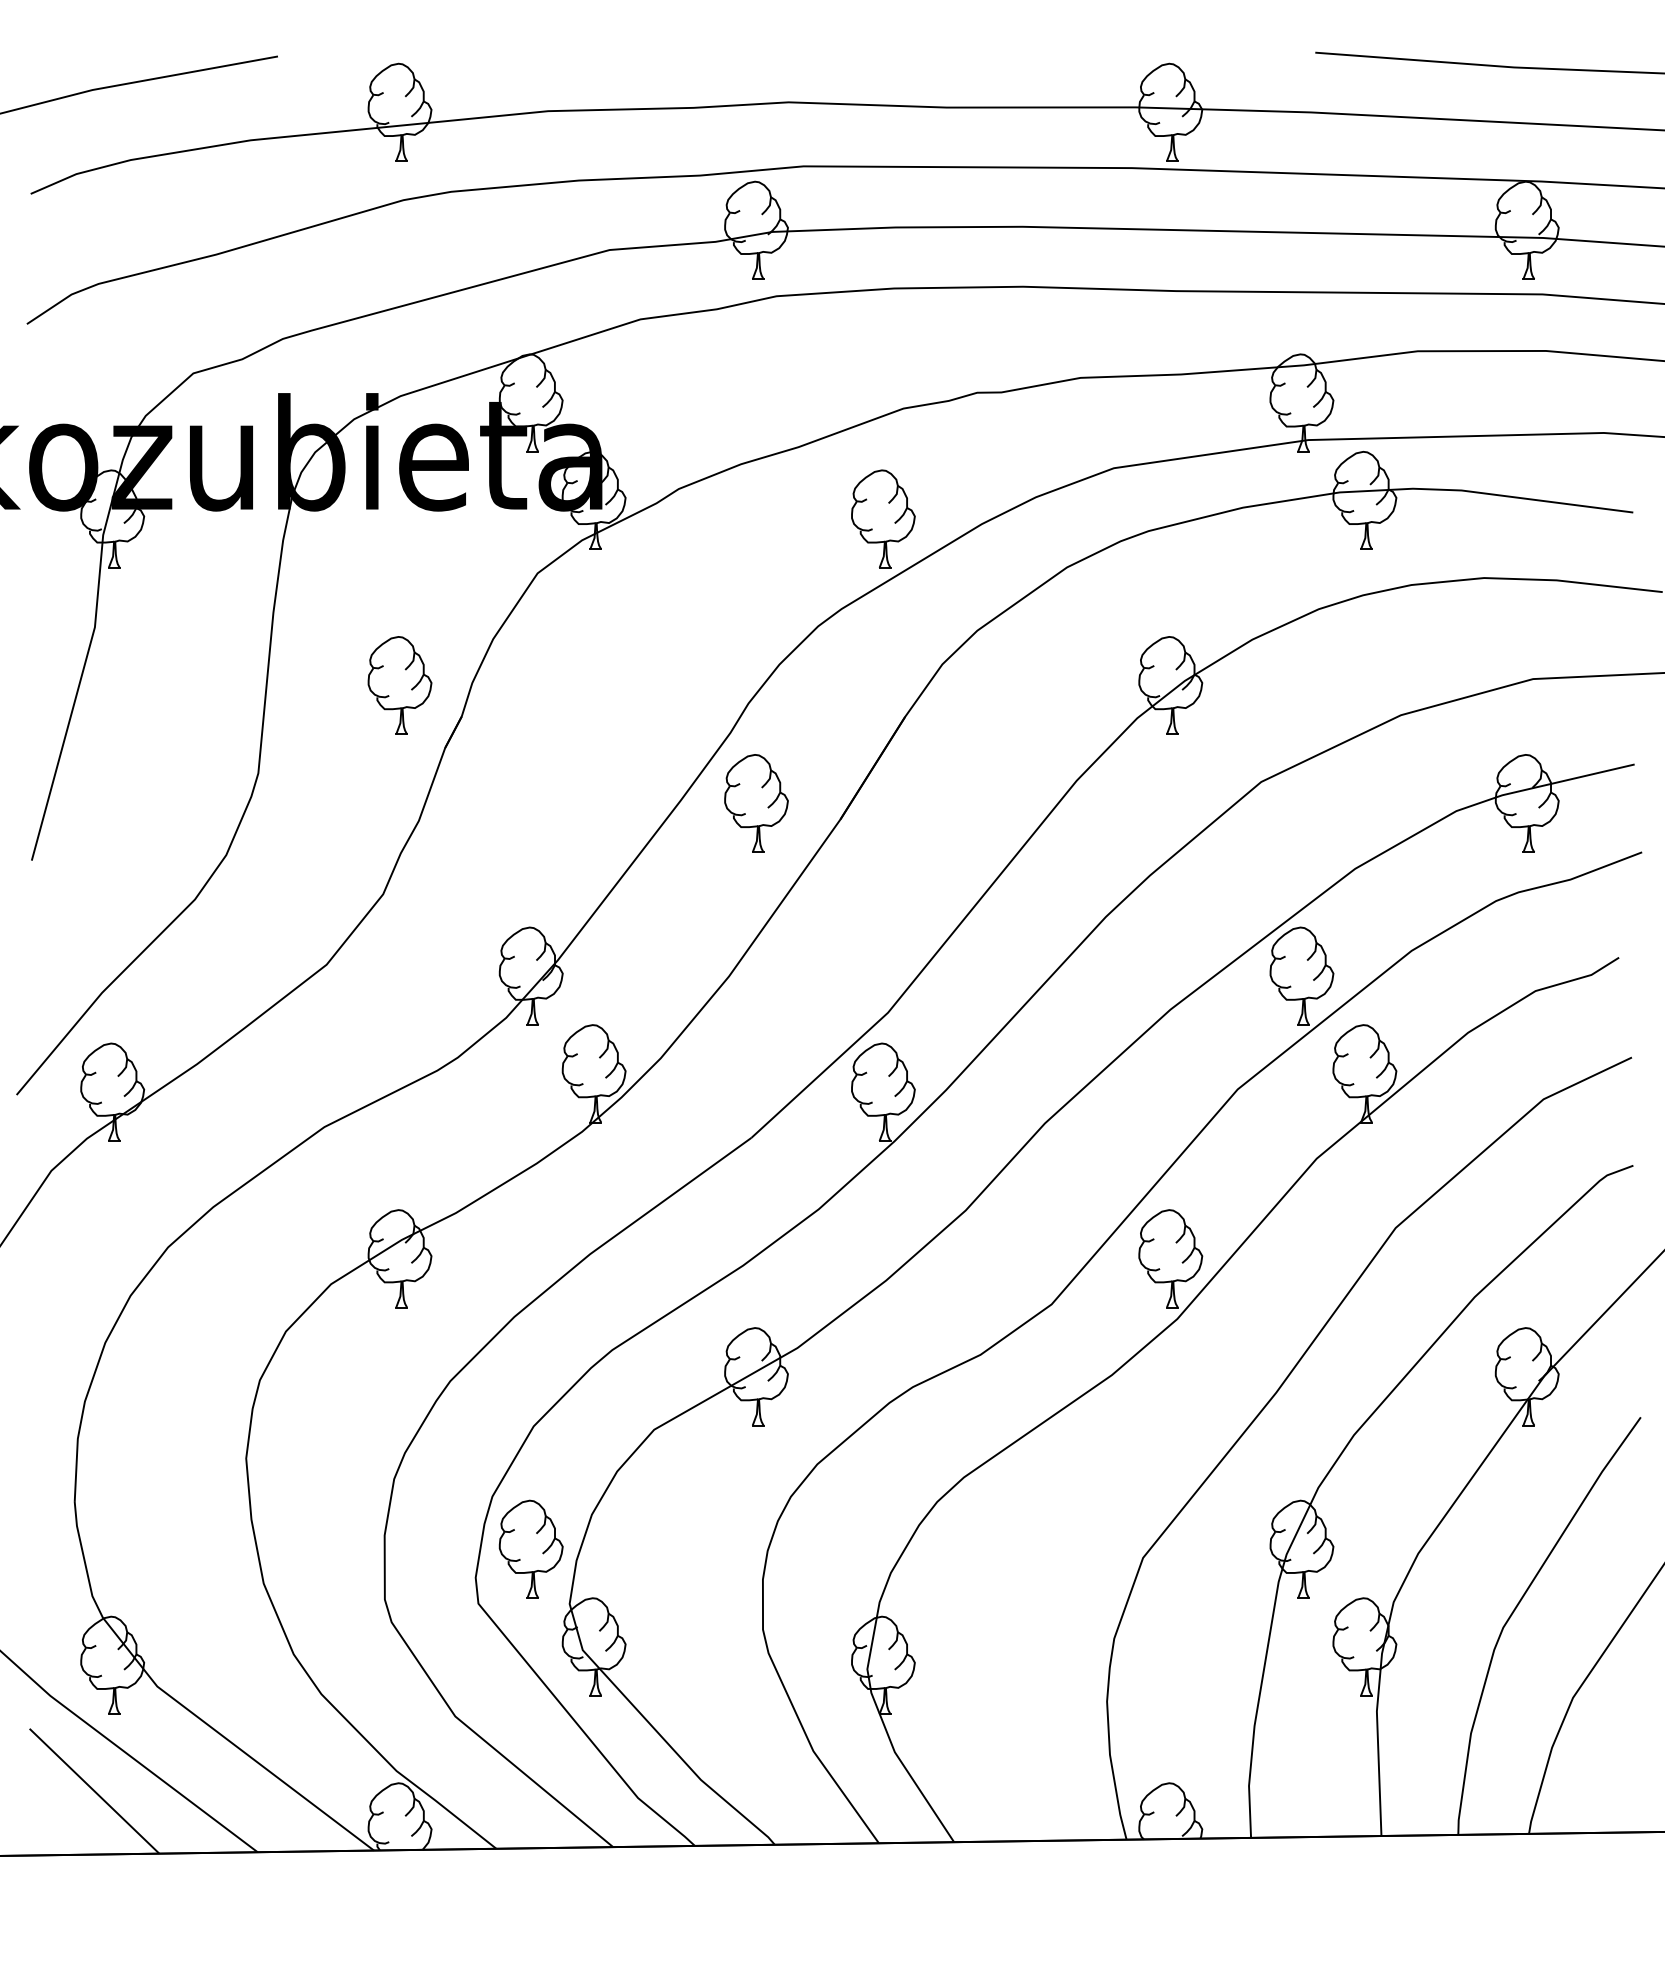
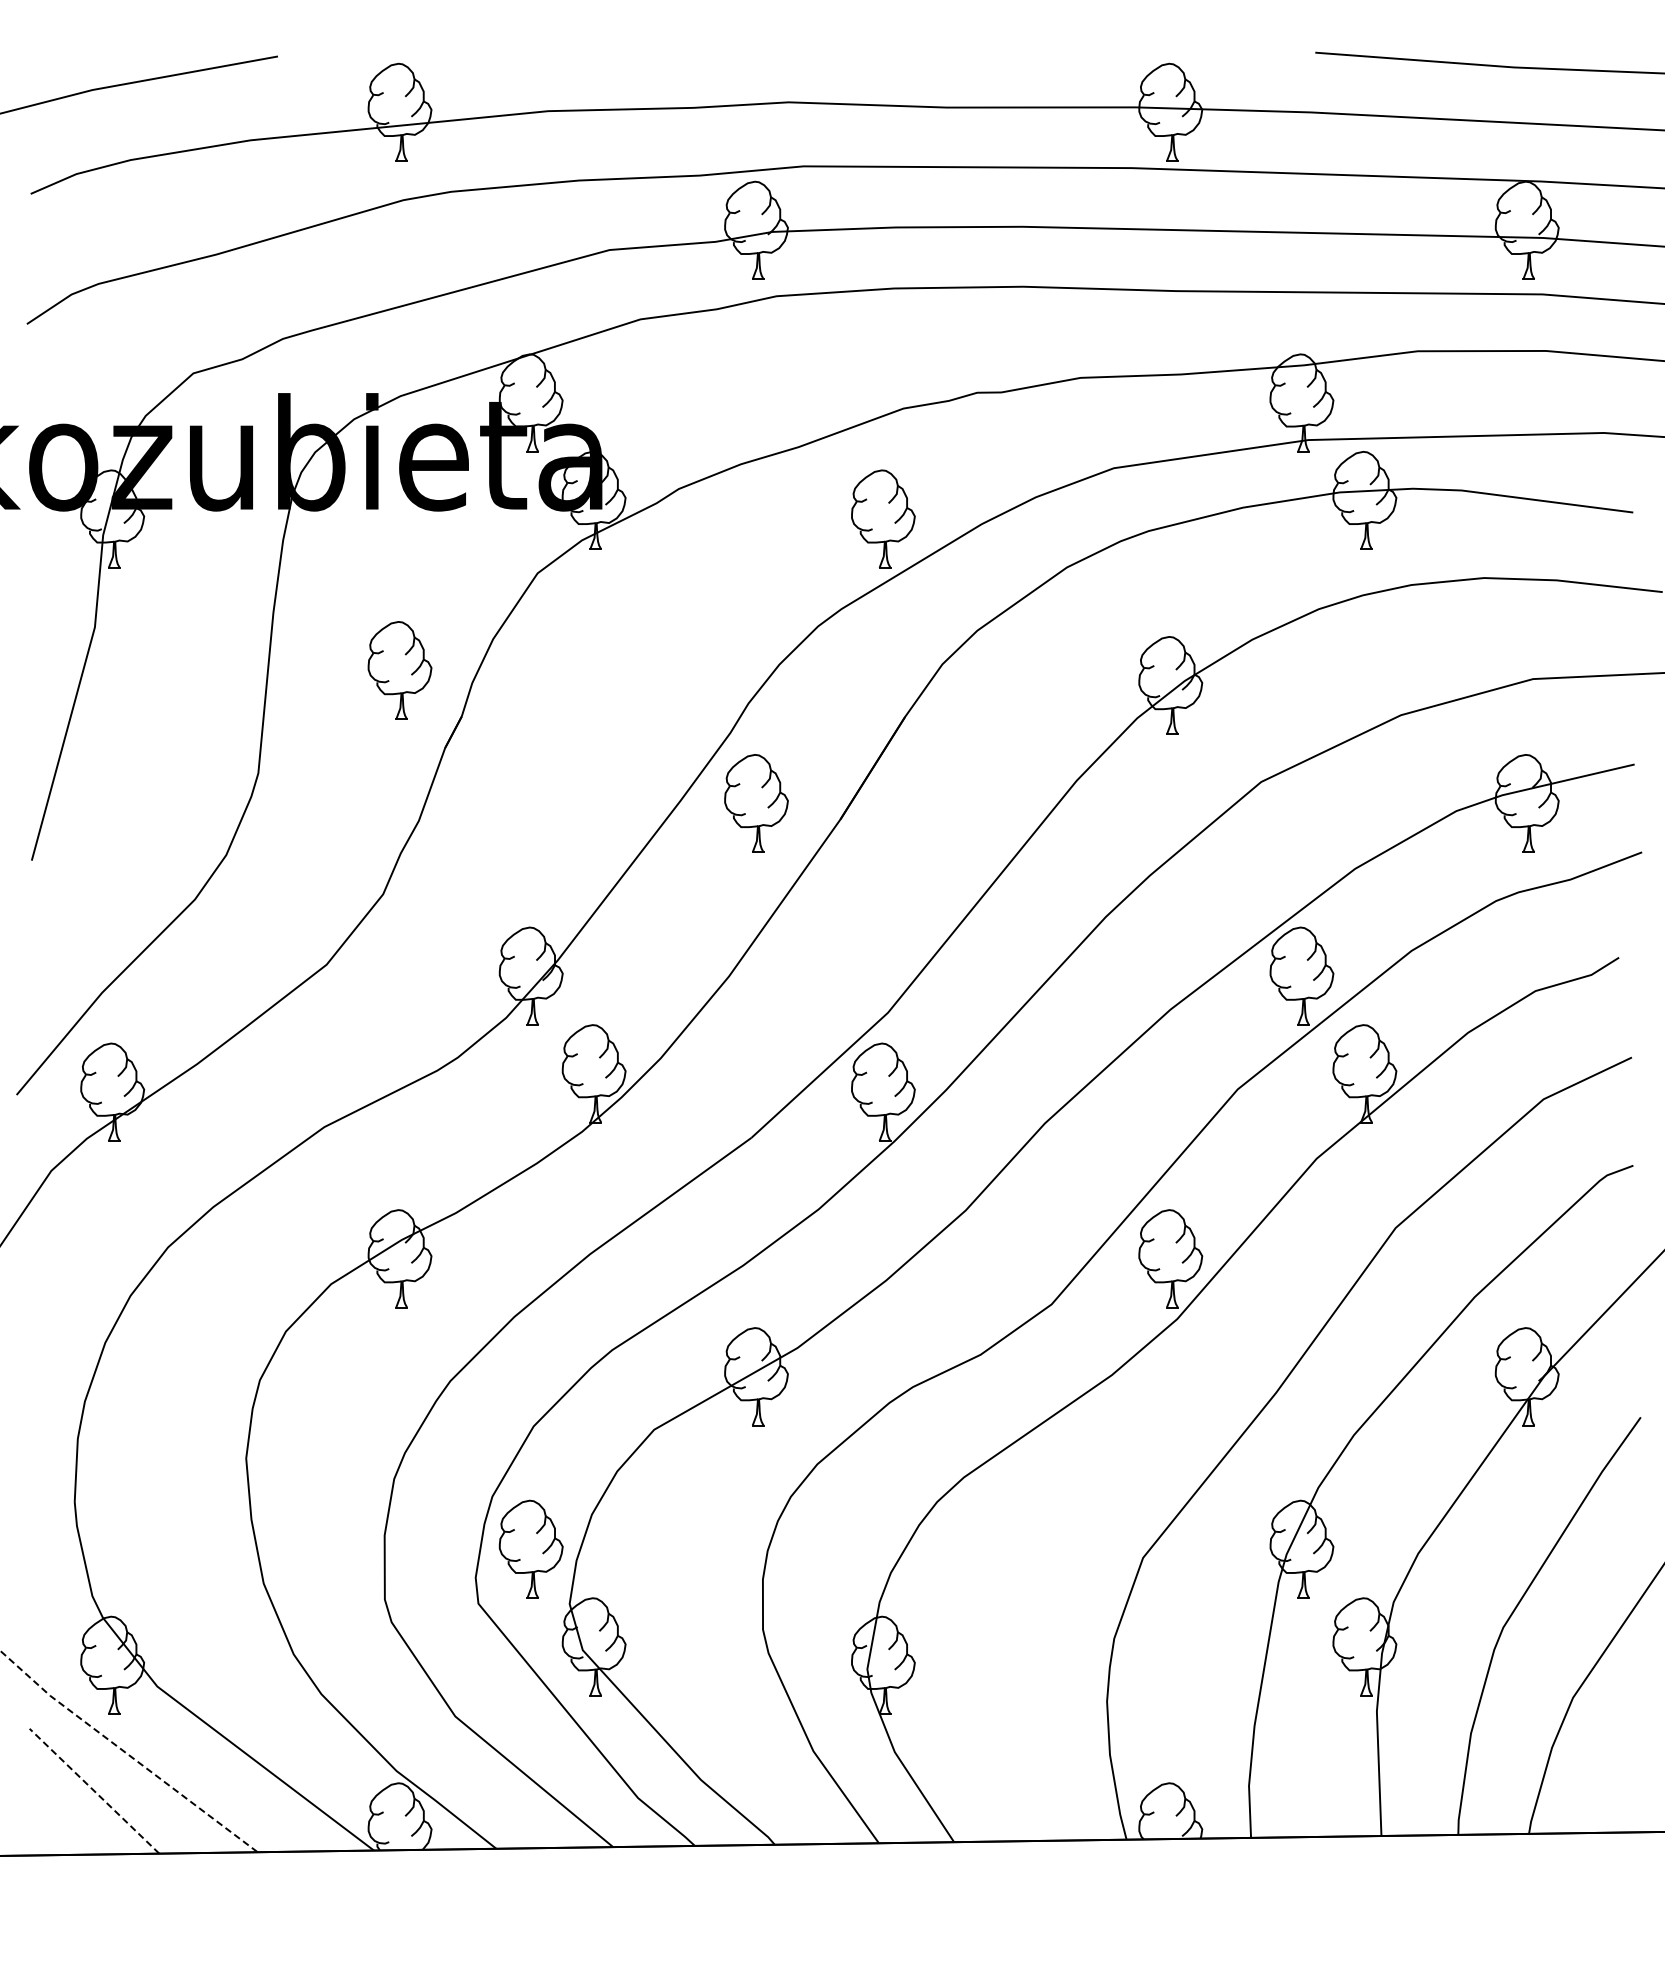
part at (399, 685) position: (399, 685) -> (399, 670)
line at (126, 1753): solid -> dashed
line at (94, 1790): solid -> dashed
